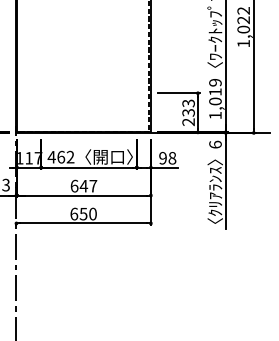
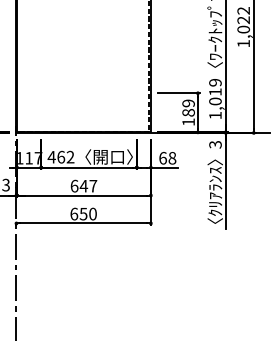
text at (188, 112): 233 -> 189
text at (215, 144): 6 -> 3
text at (162, 157): 98 -> 68
